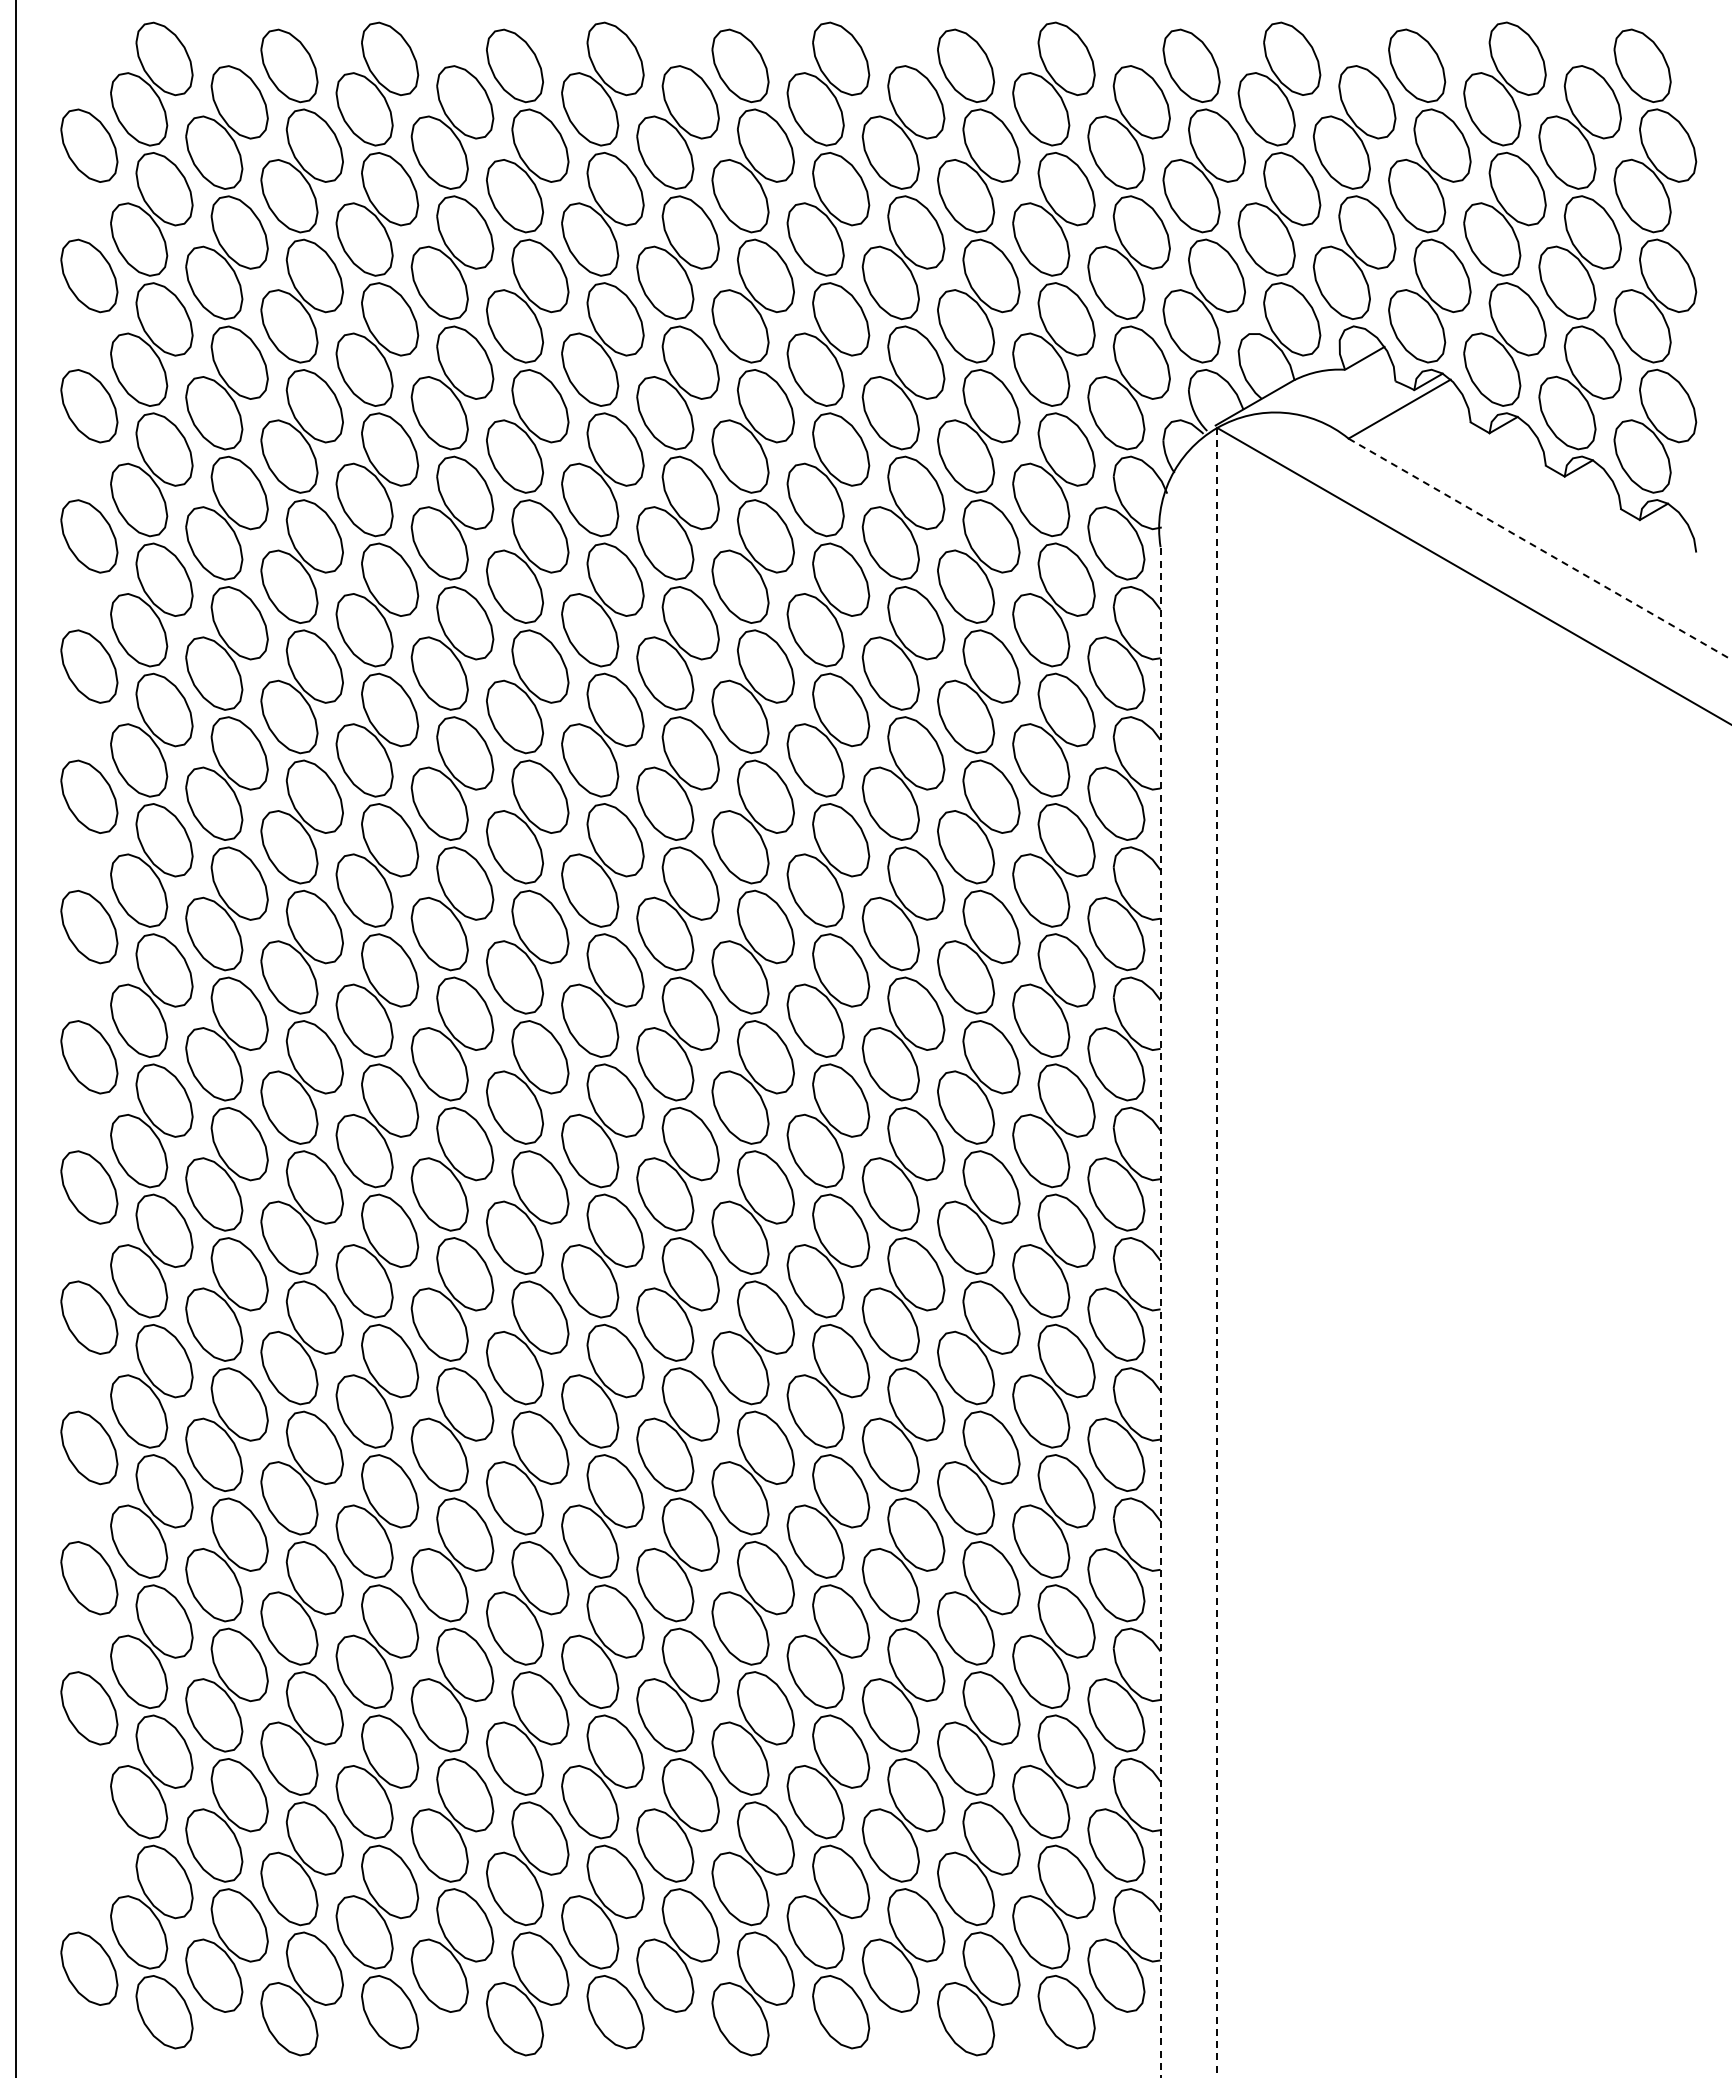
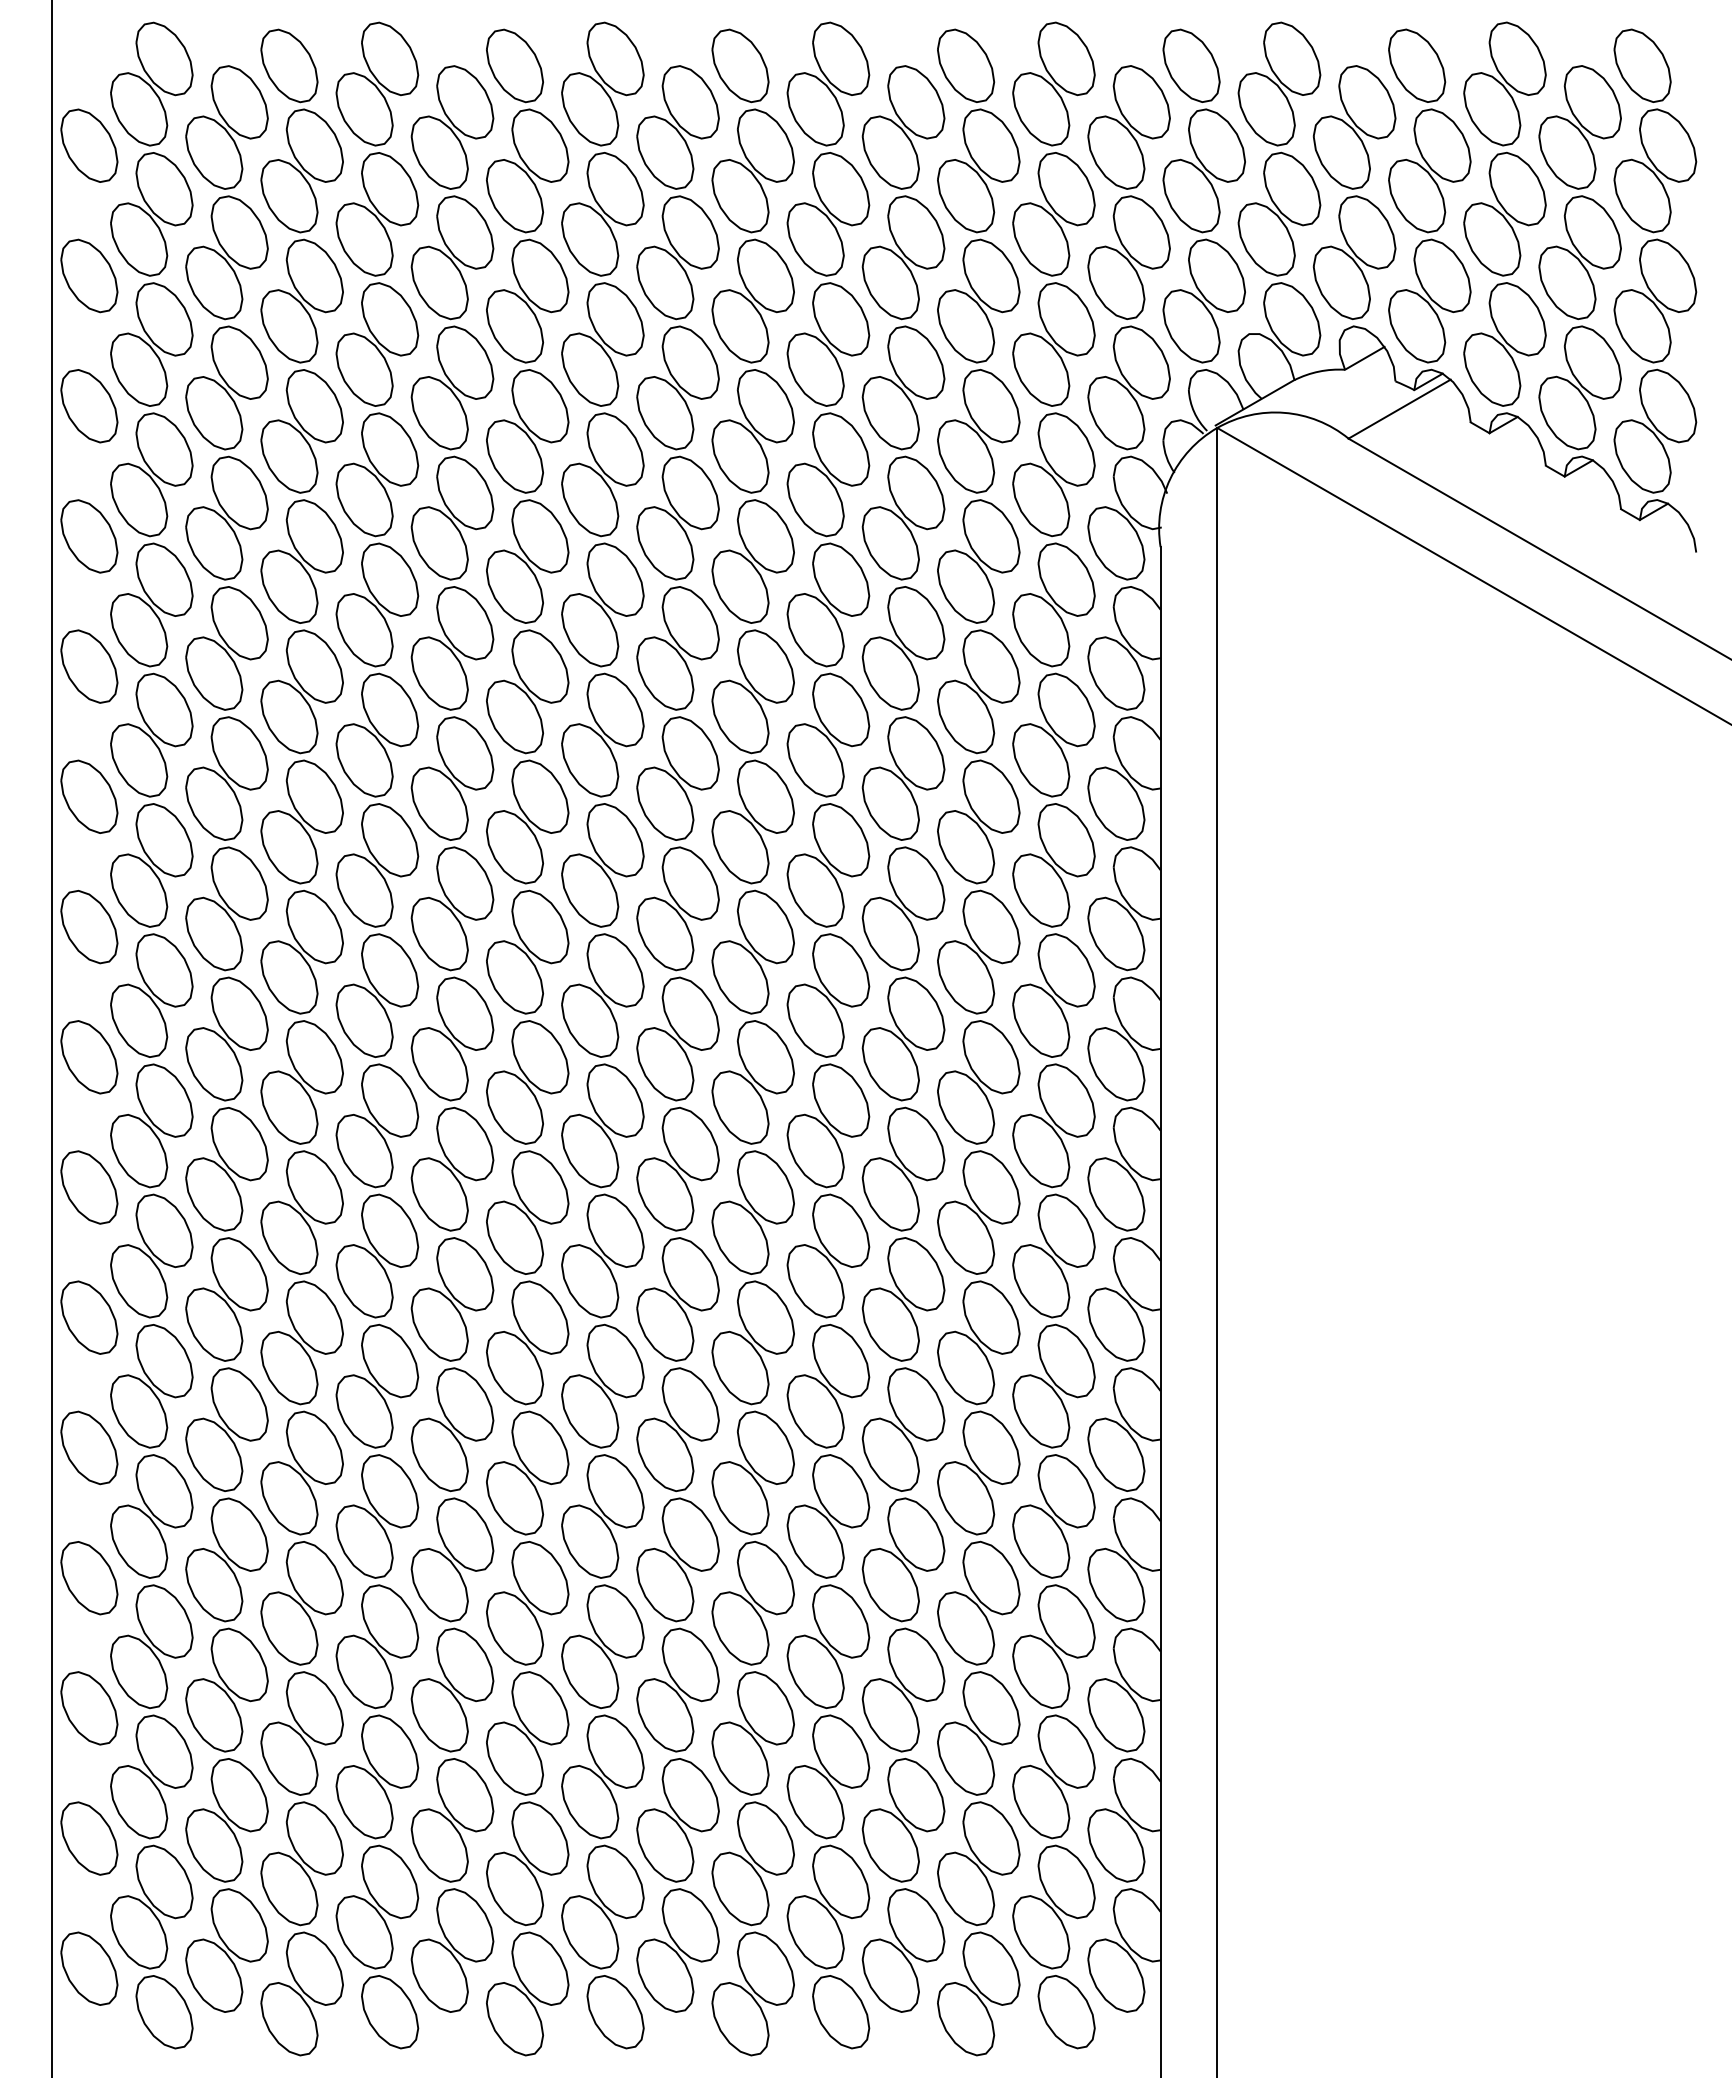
line at (1539, 549): dashed -> solid
line at (15, 1038) position: (15, 1038) -> (51, 1038)
line at (1217, 1252): dashed -> solid
line at (1160, 1312): dashed -> solid
part at (89, 1838): none -> present
